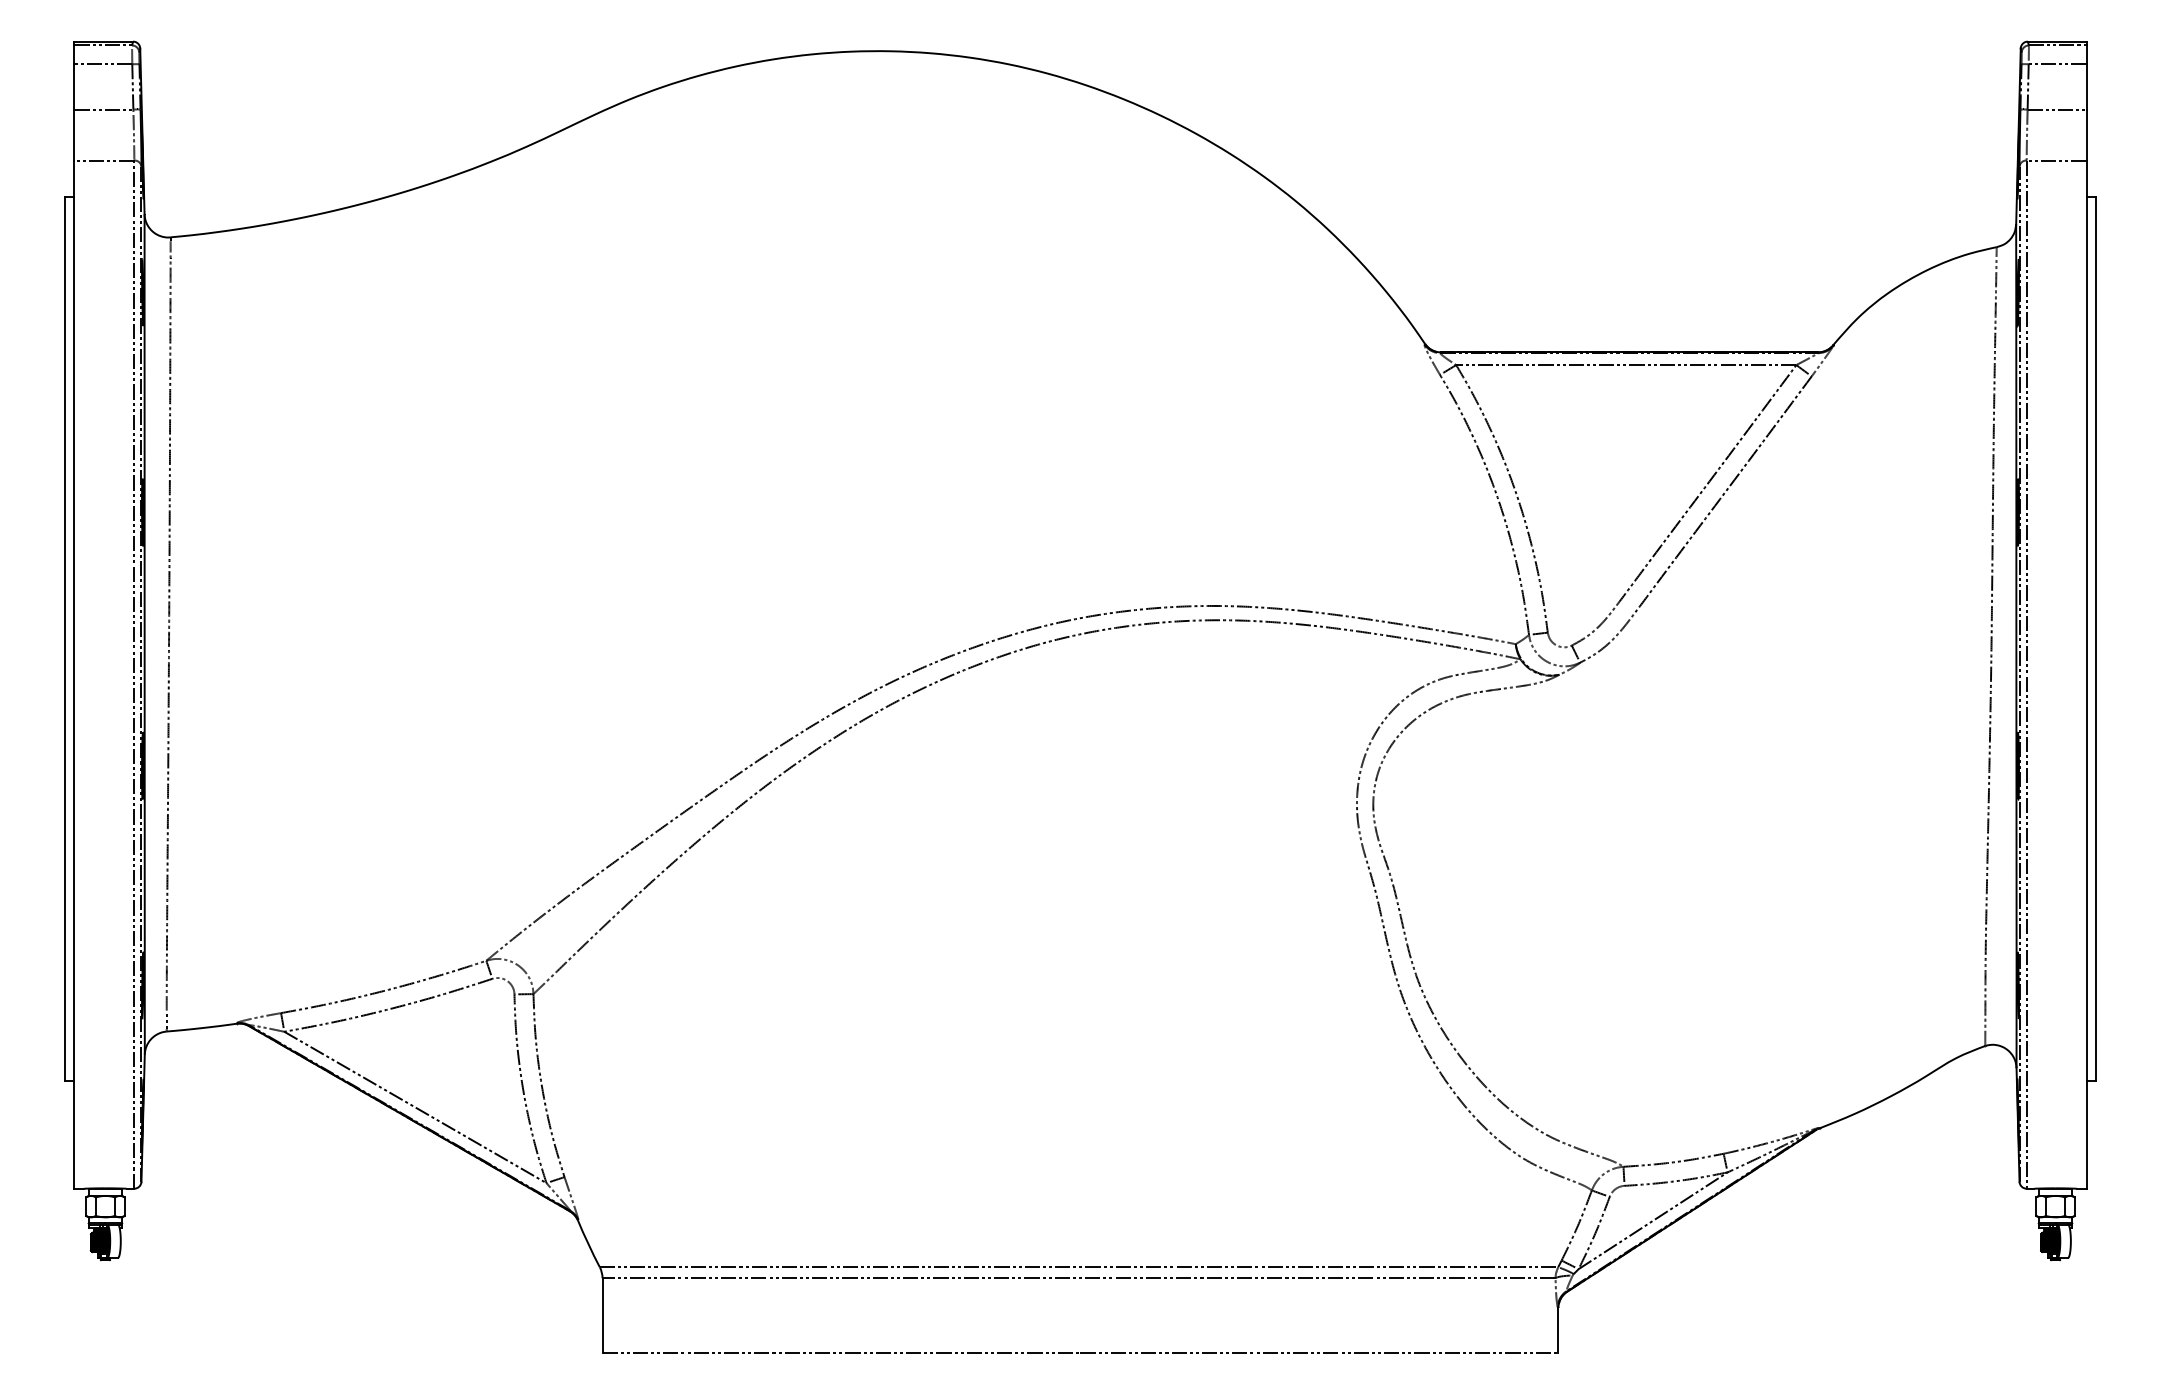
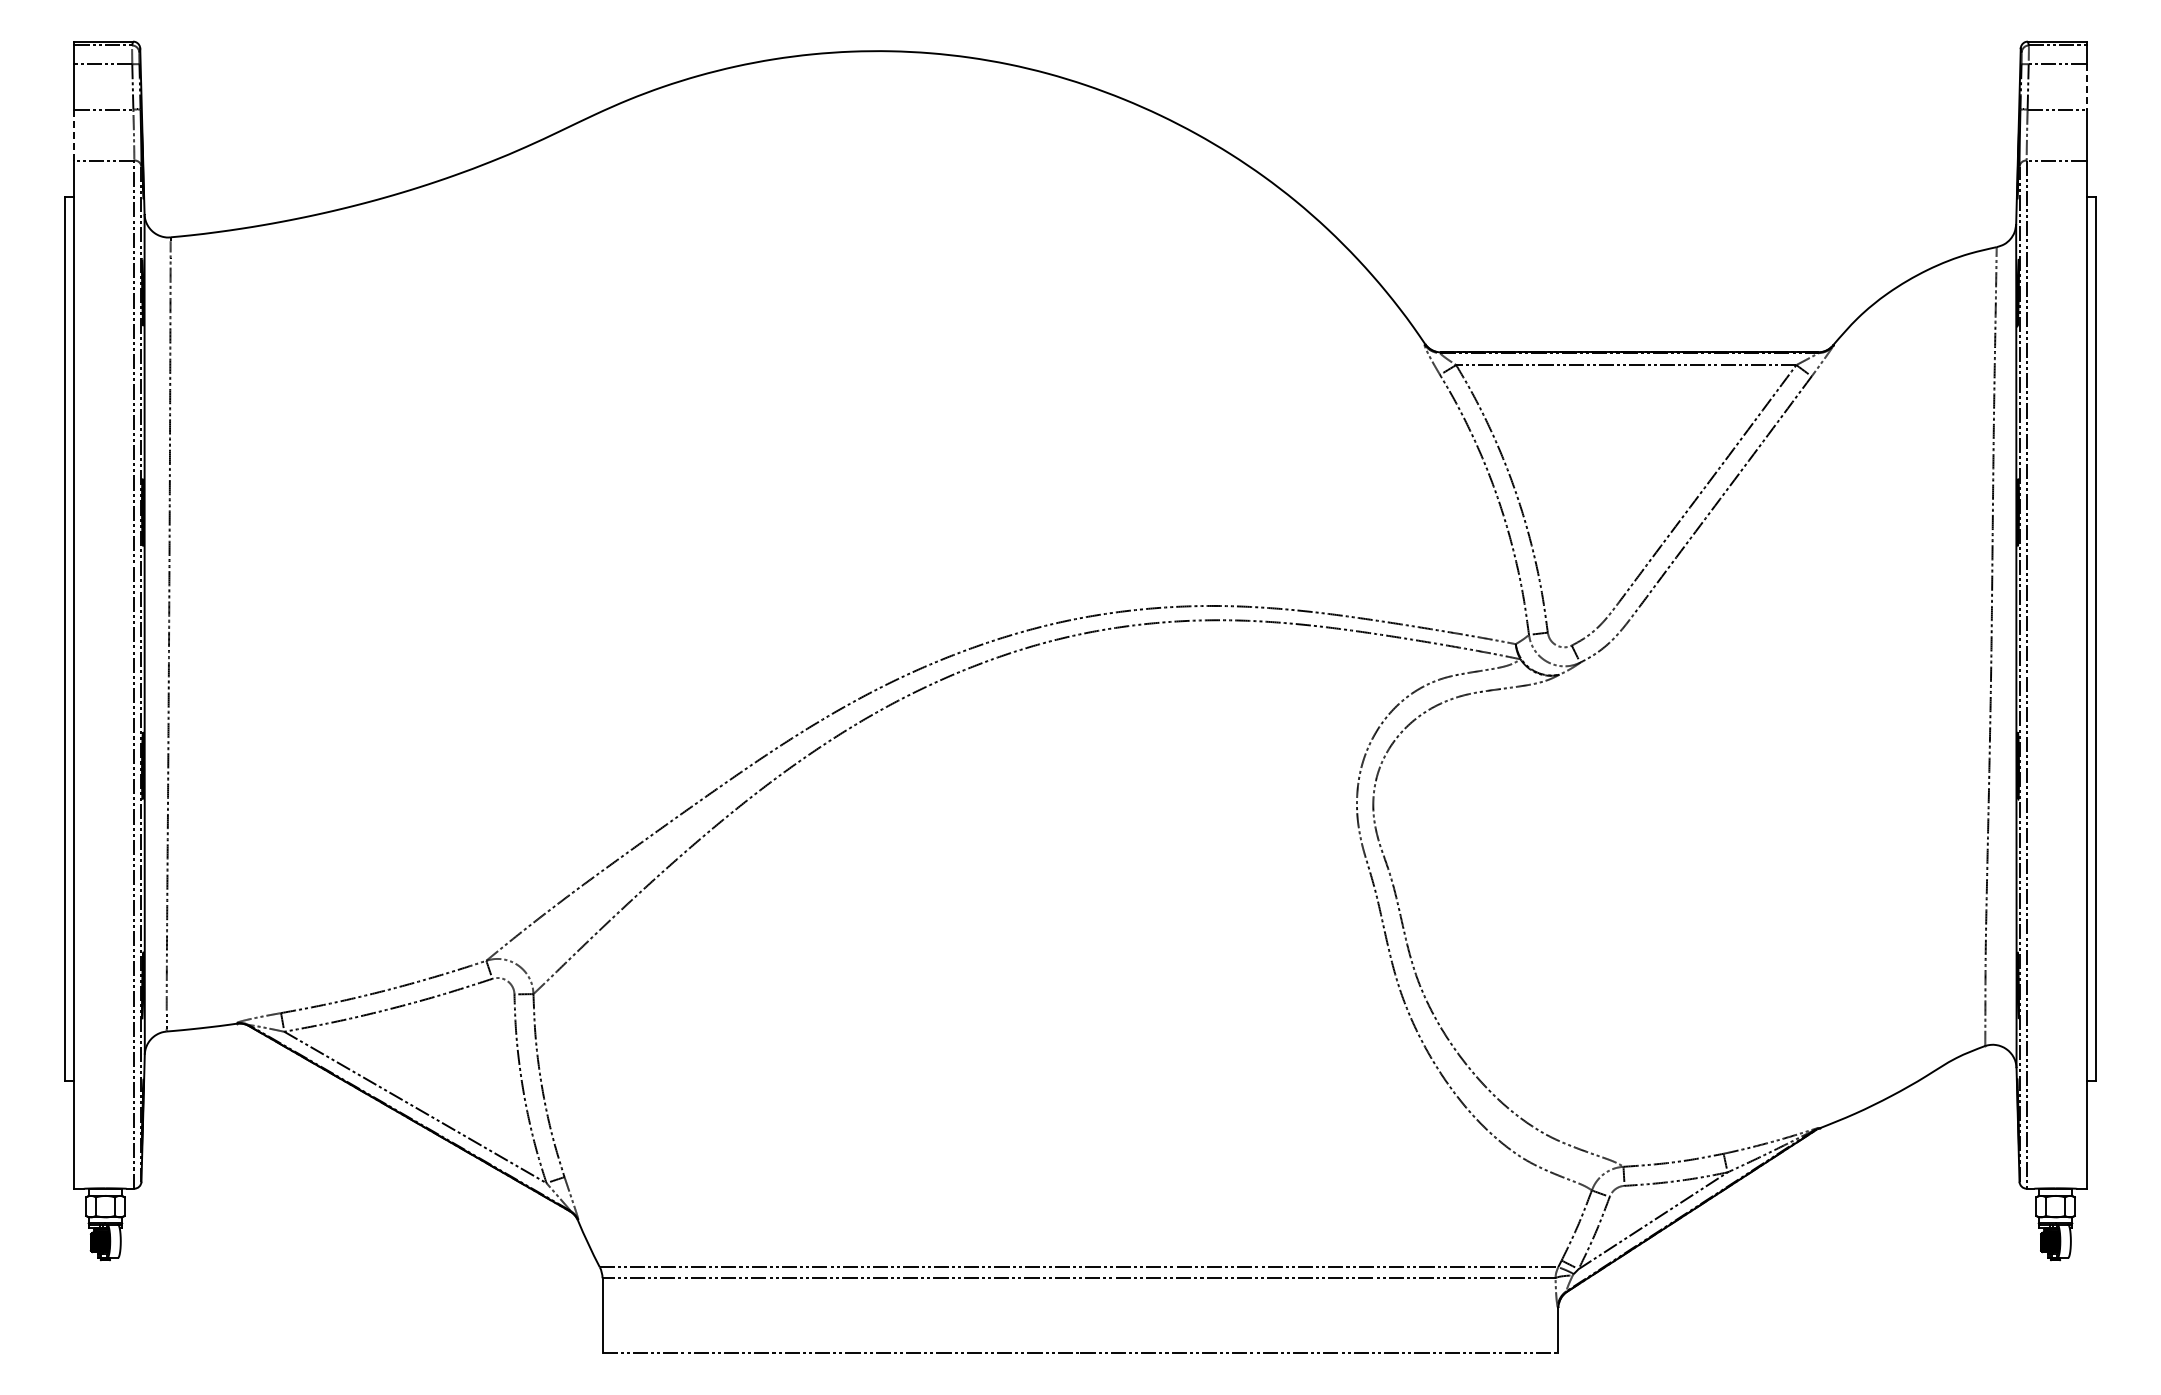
line at (2086, 86): solid -> dashed
line at (74, 134): solid -> dashed
